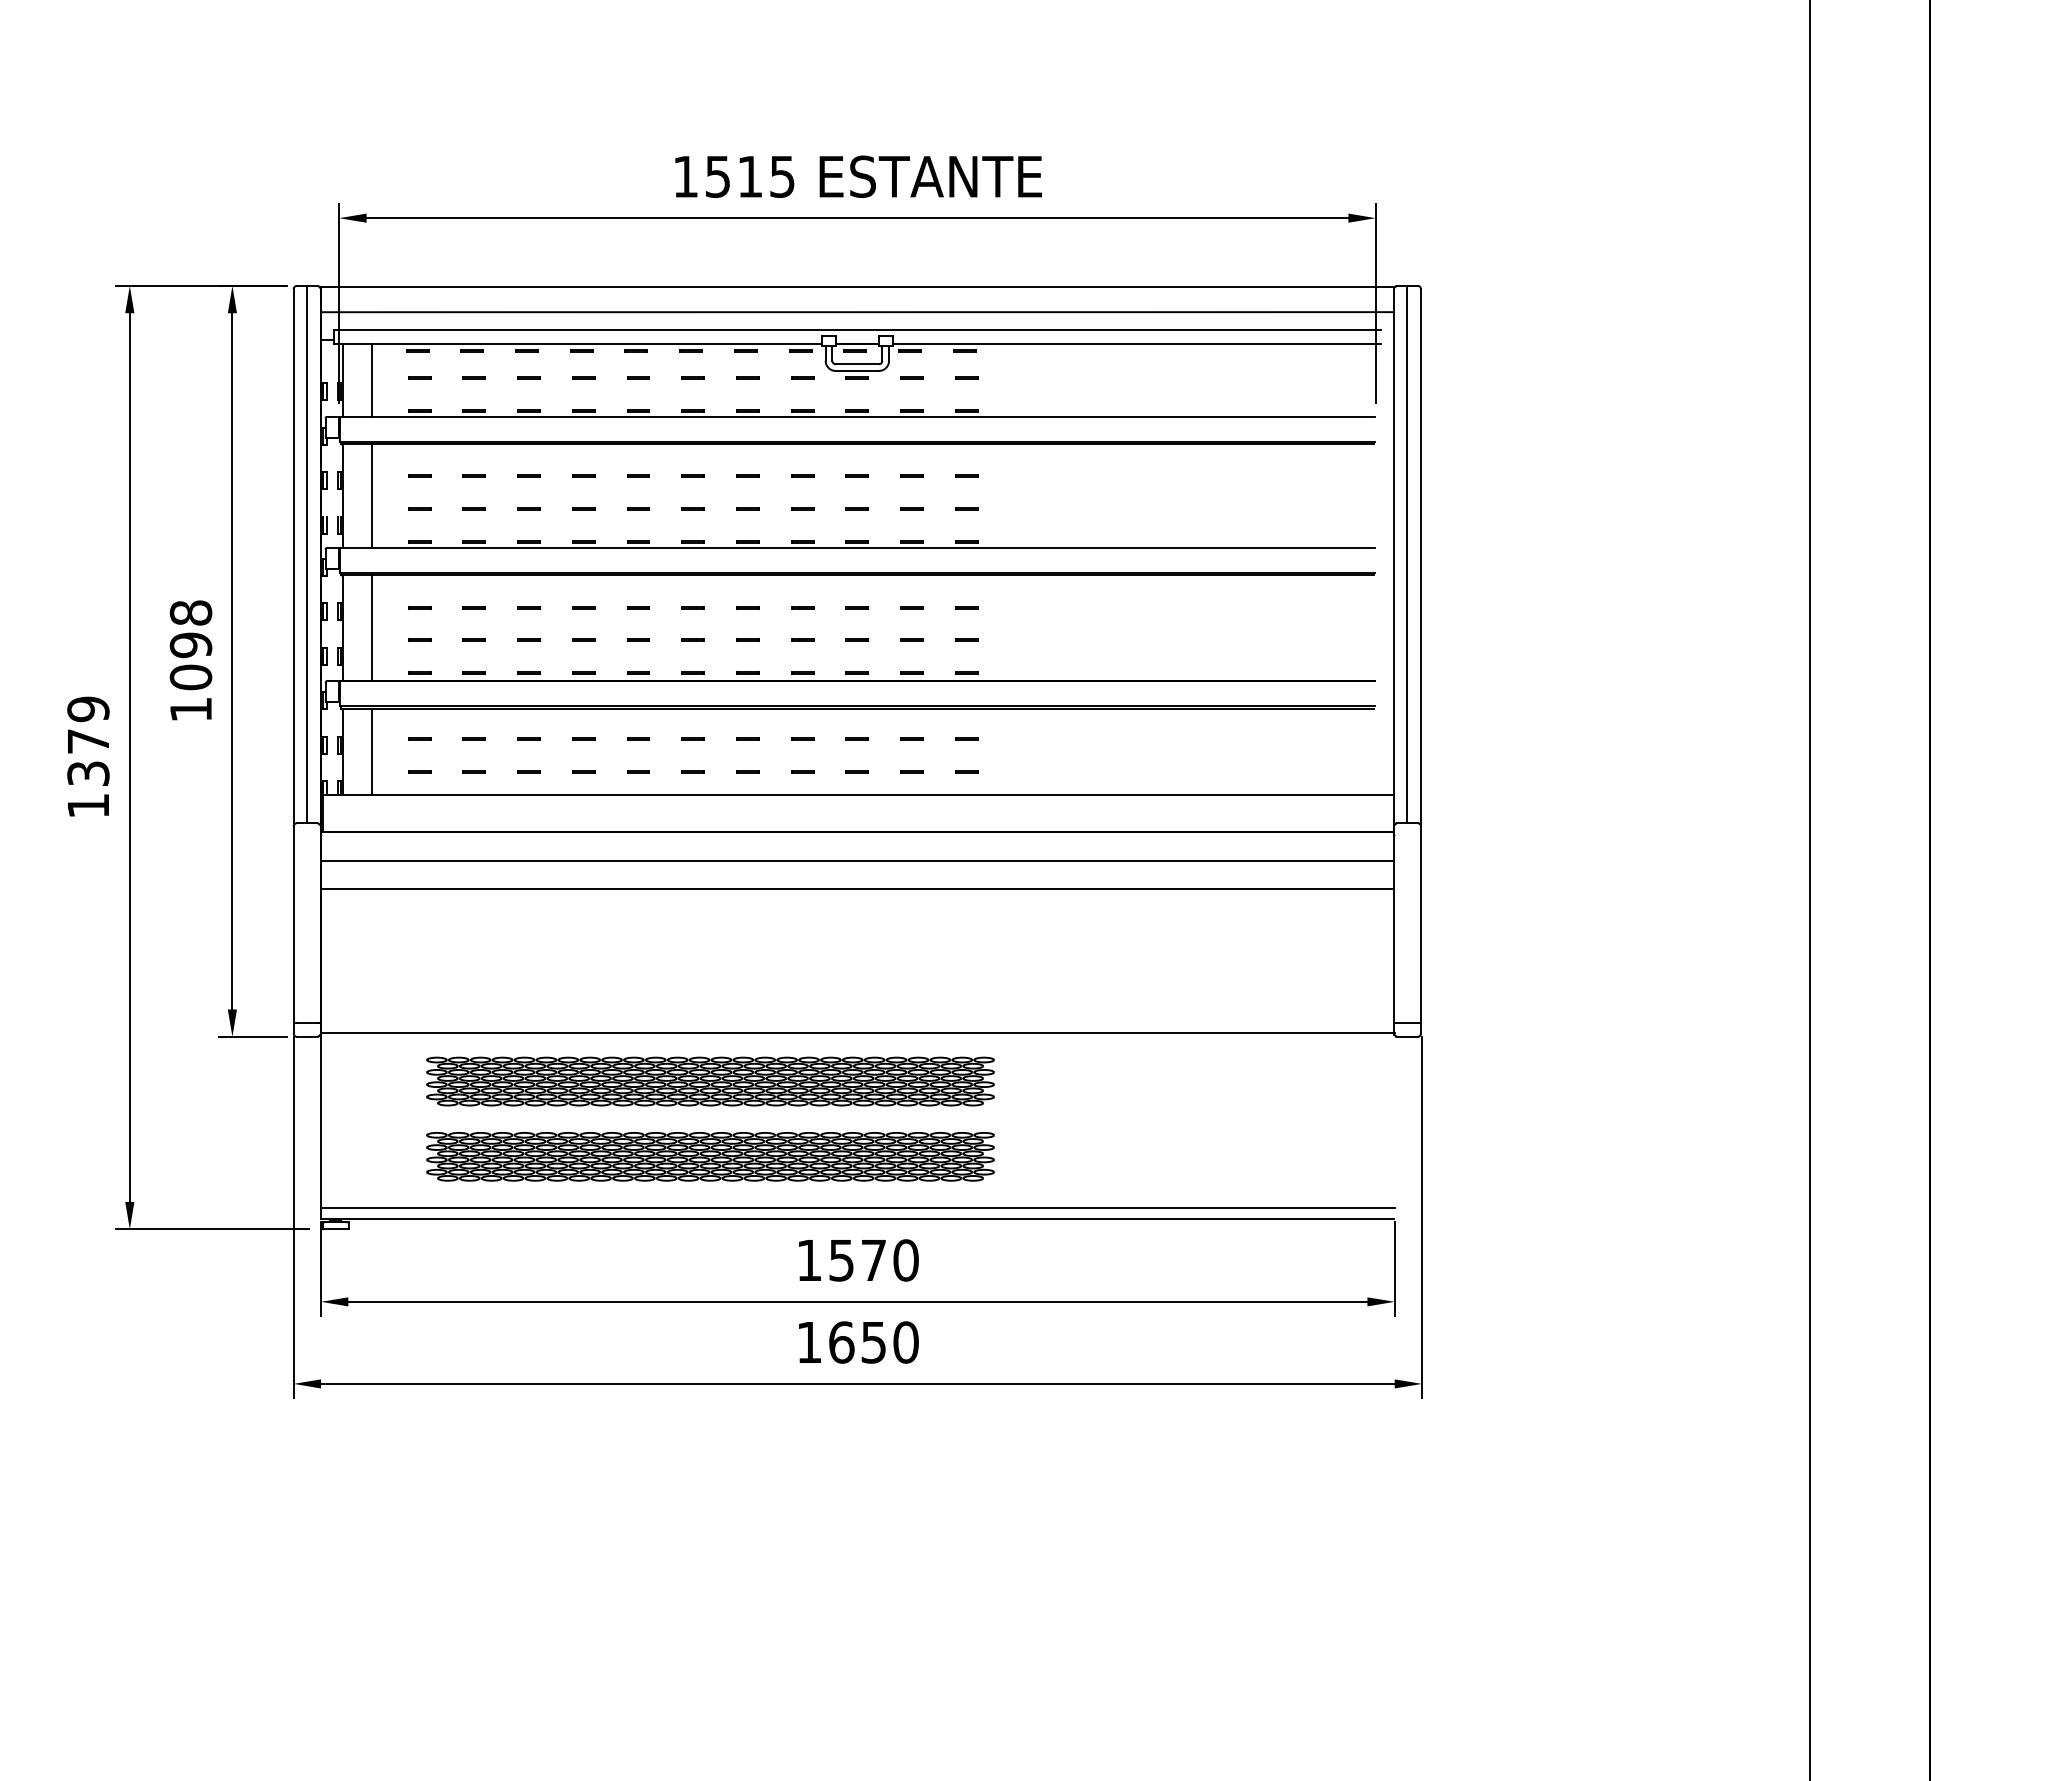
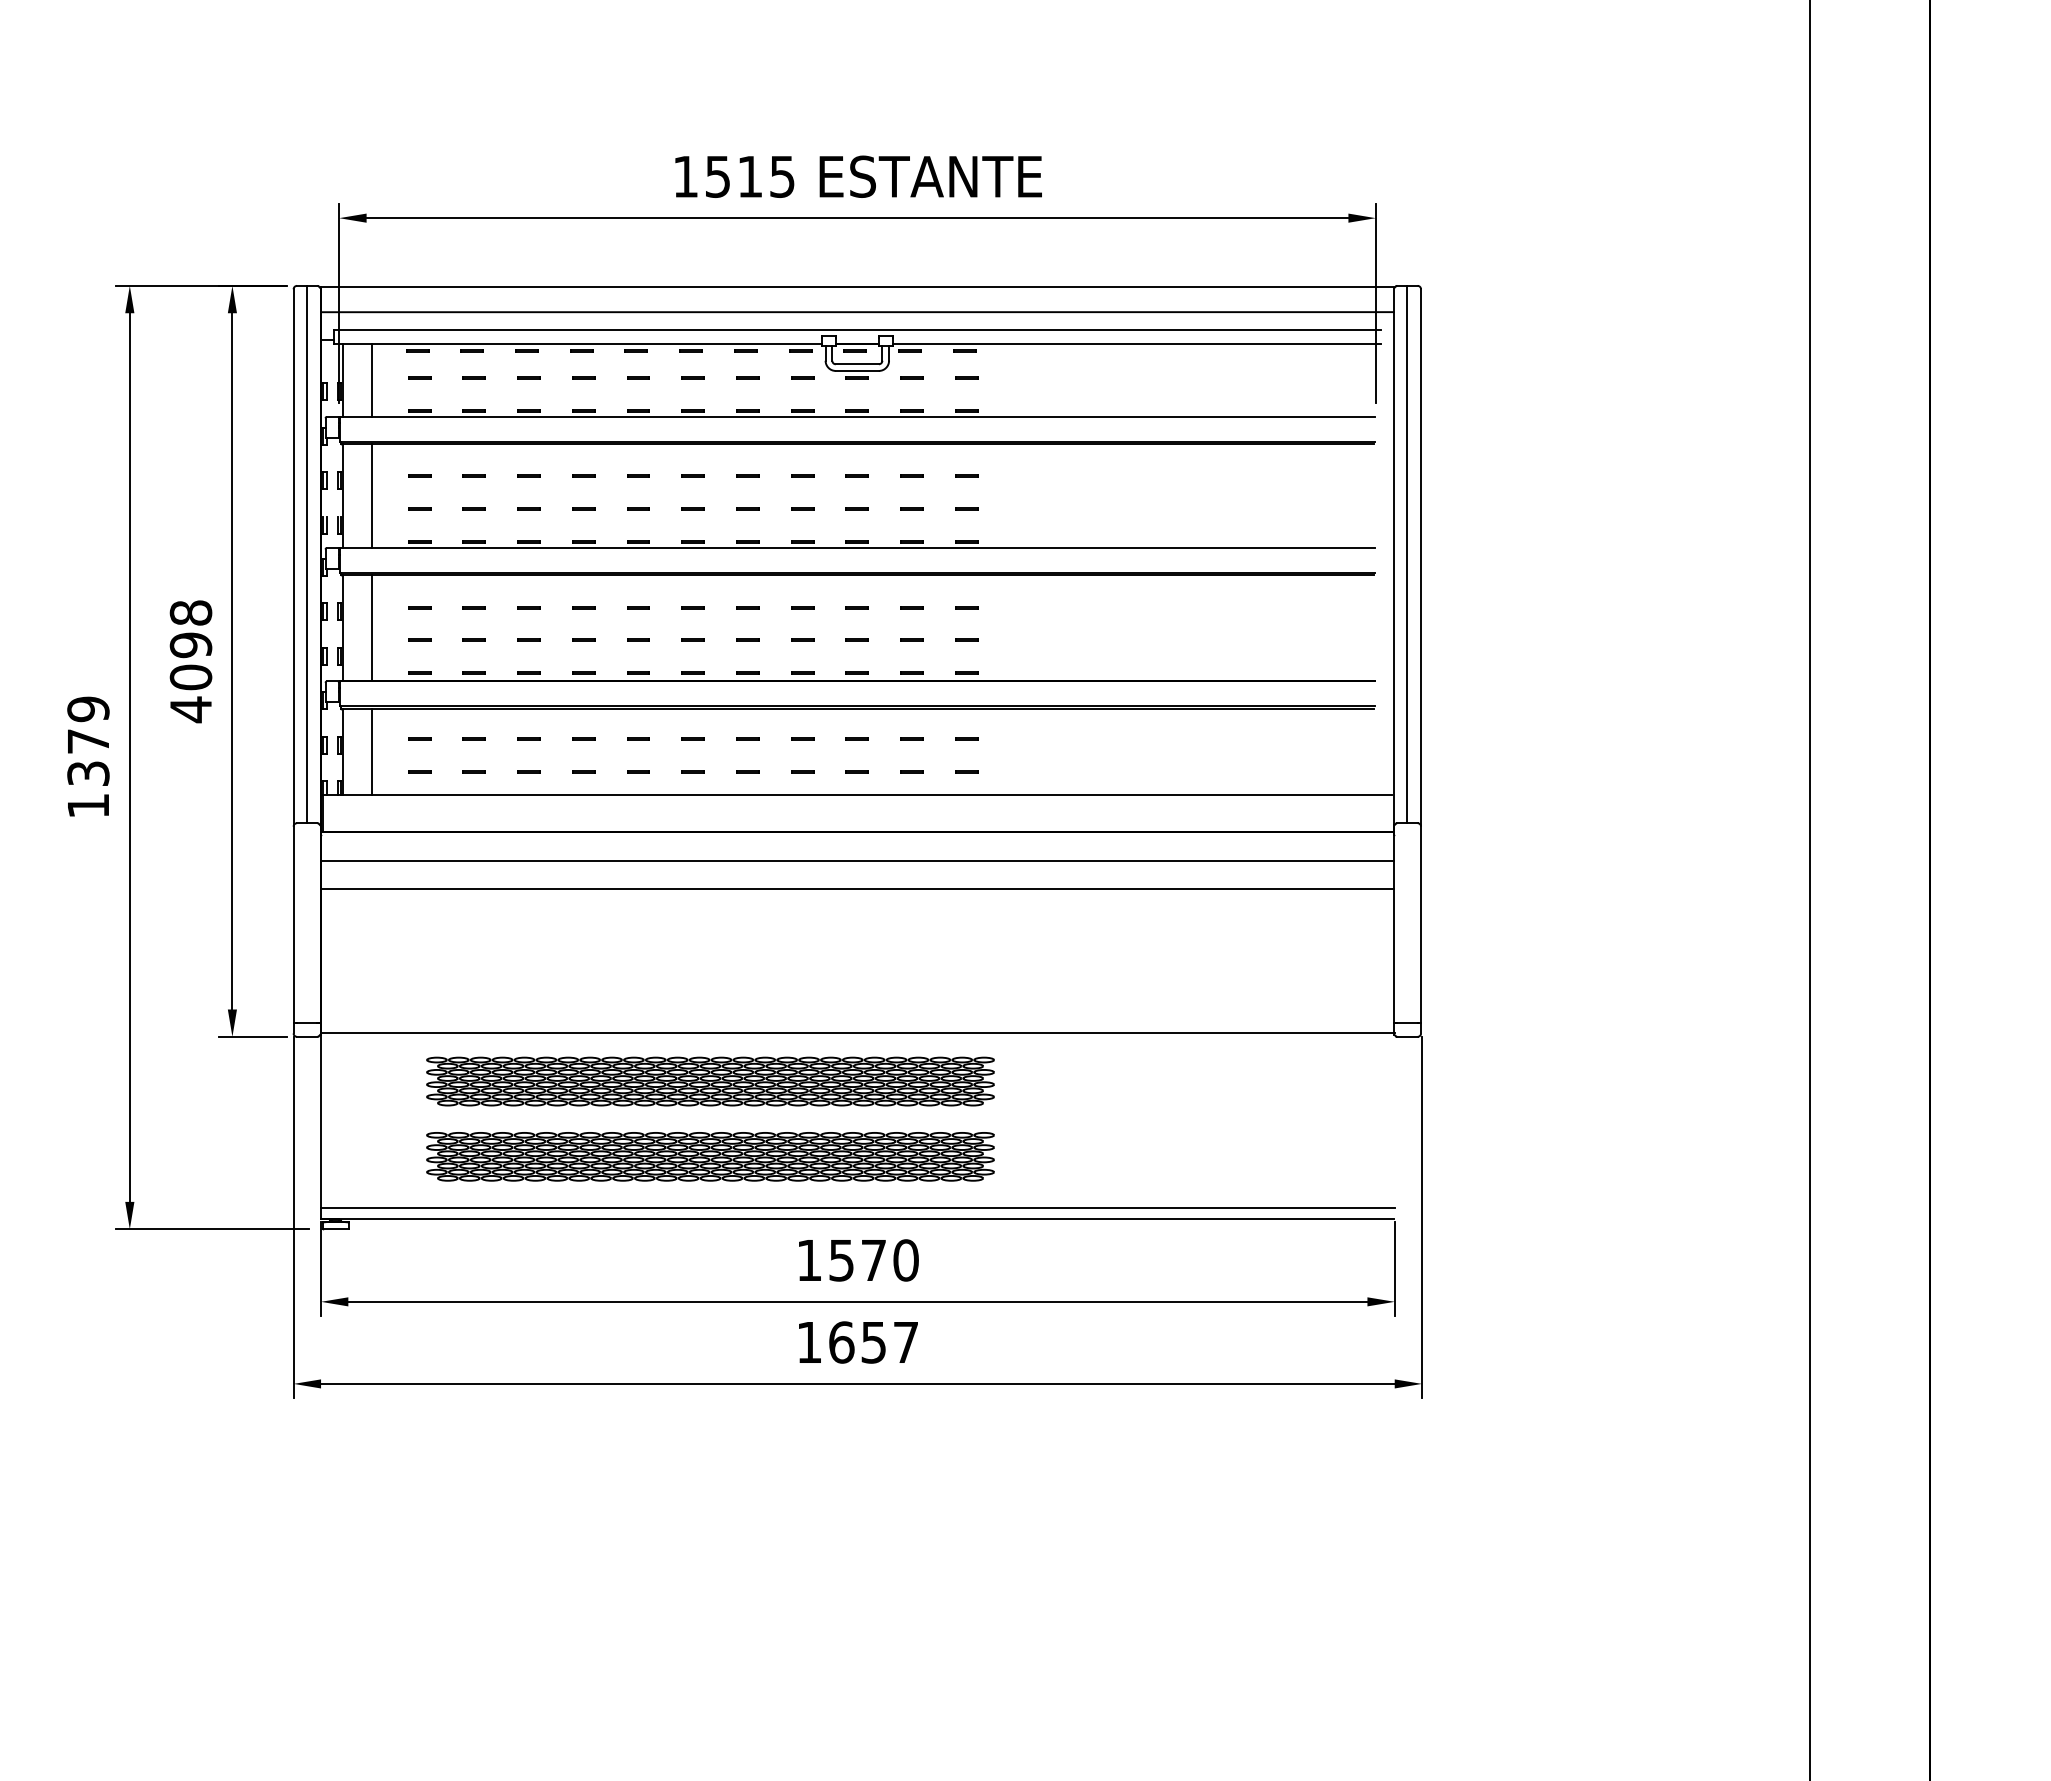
text at (190, 709): 1098 -> 4098
text at (905, 1342): 1650 -> 1657
